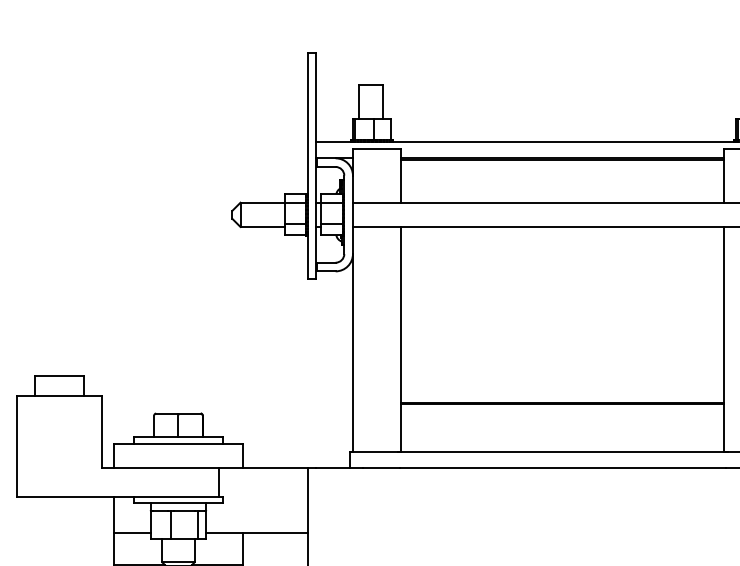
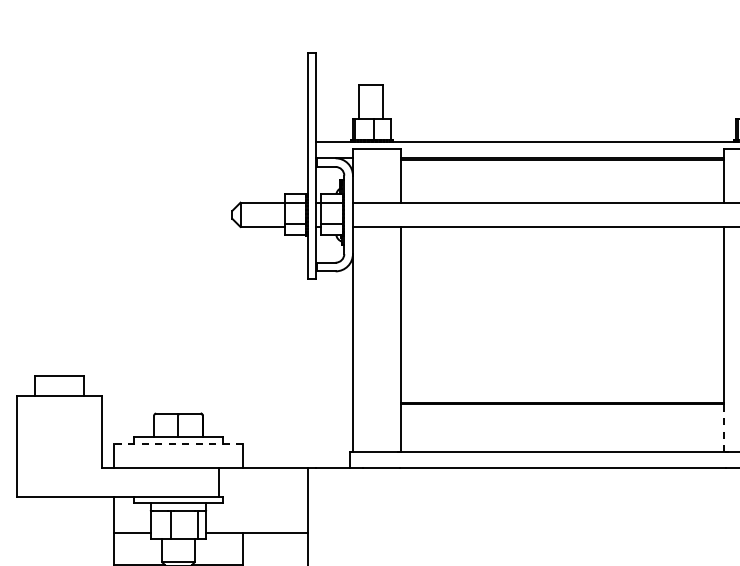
line at (724, 427): solid -> dashed
line at (178, 443): solid -> dashed
